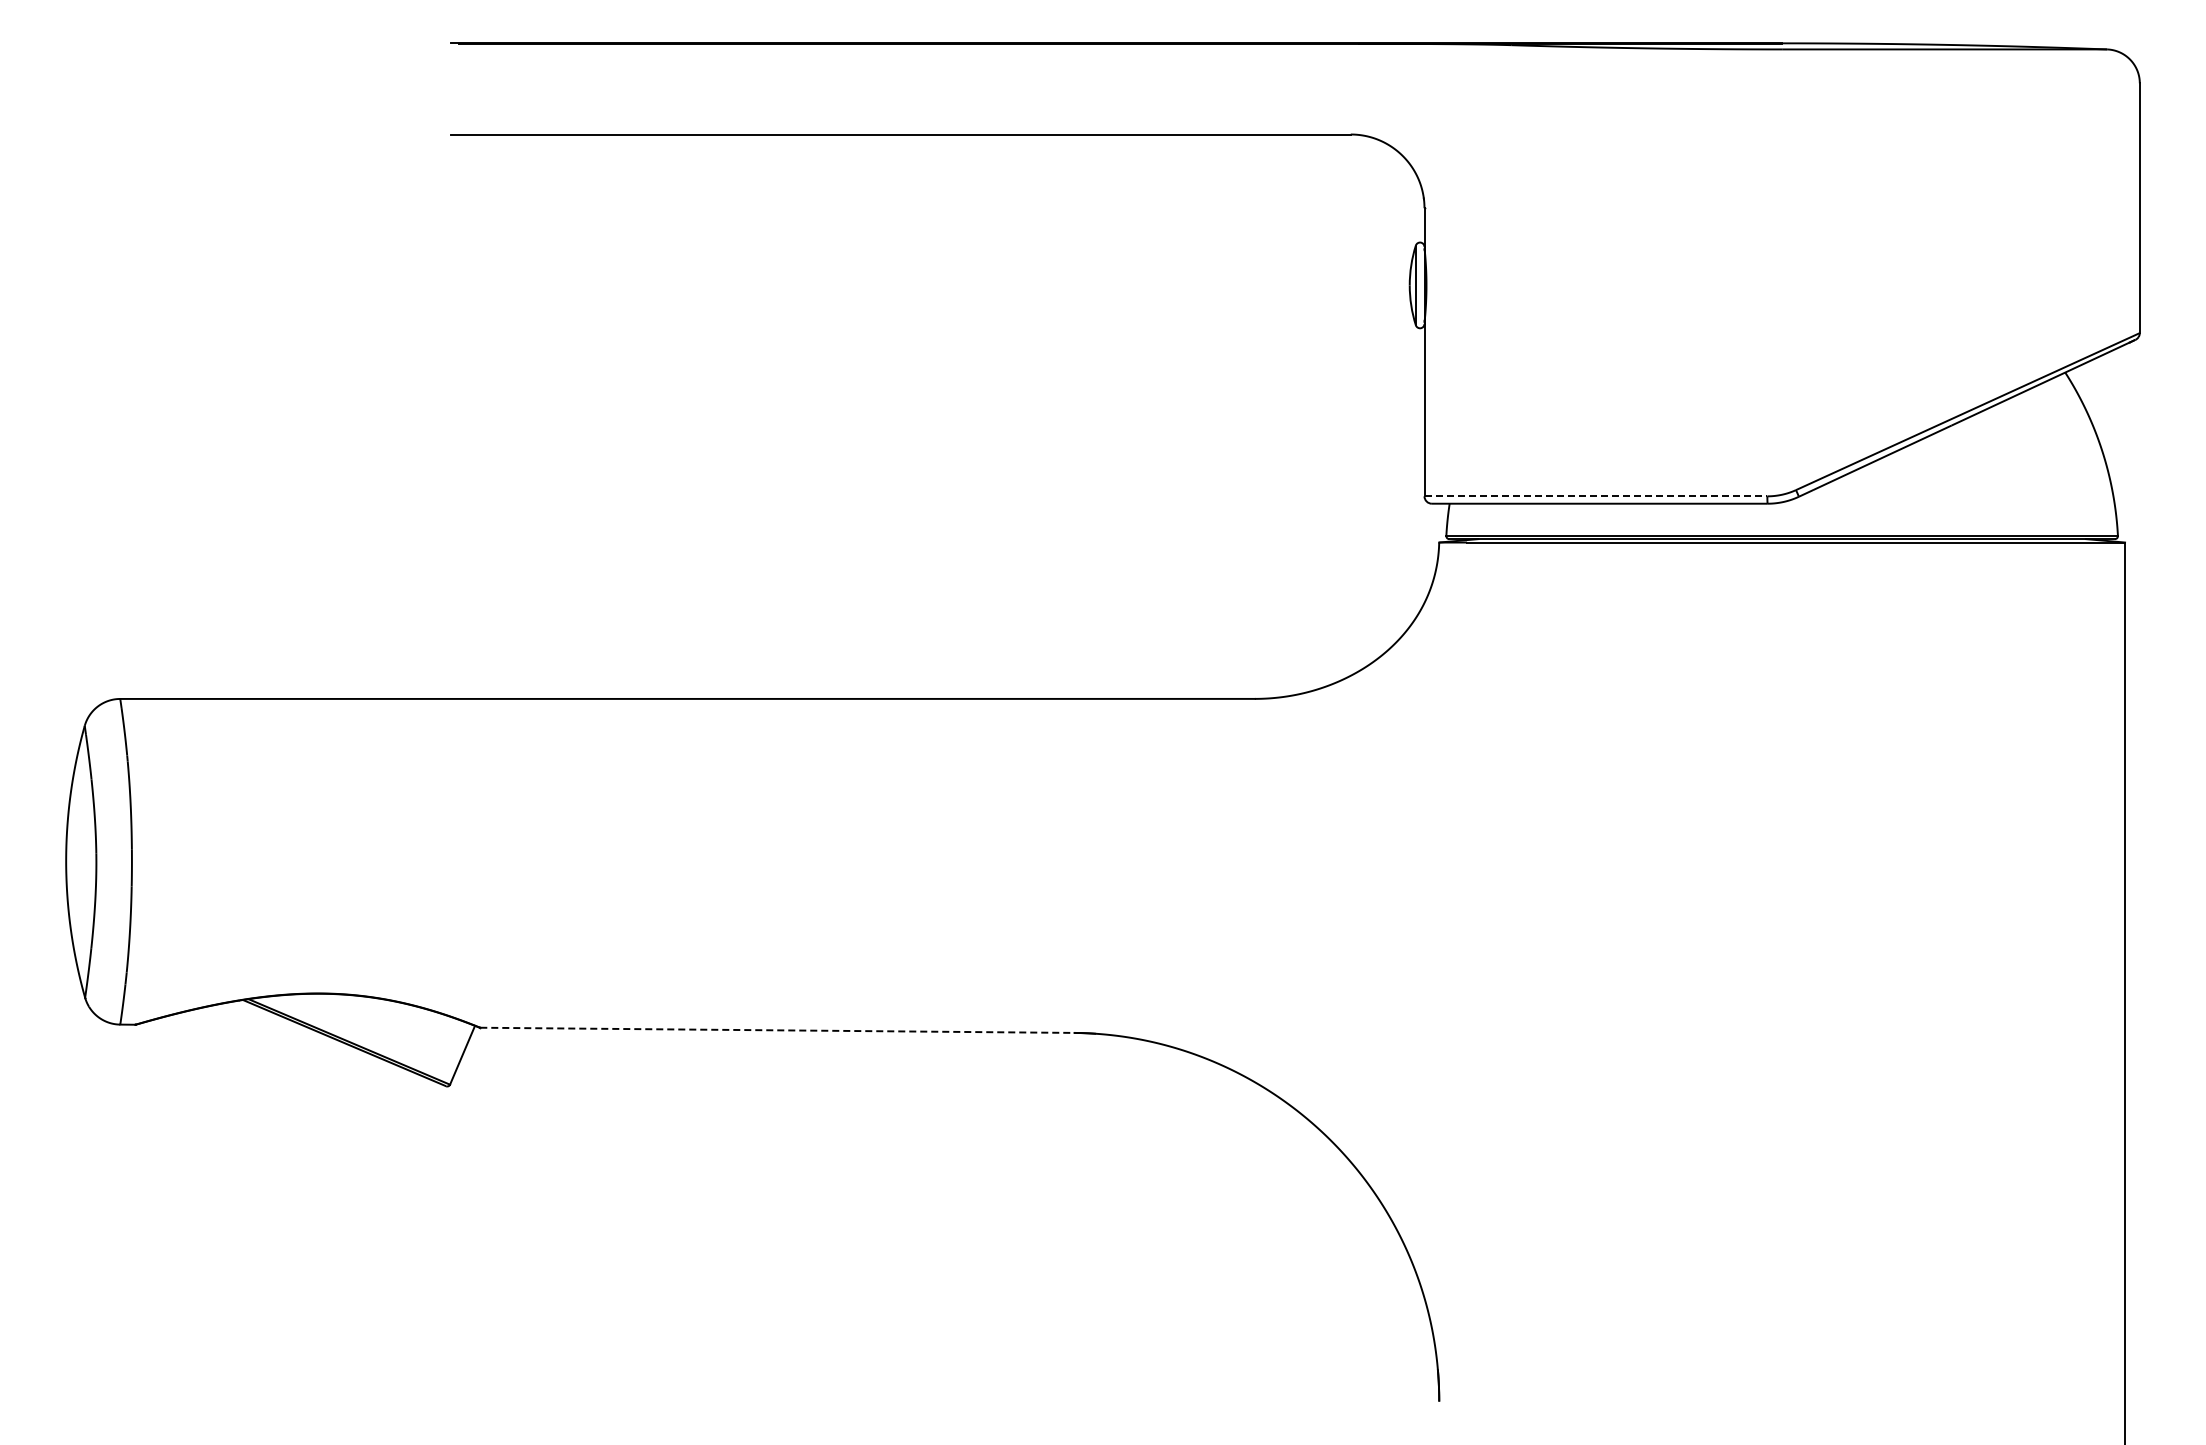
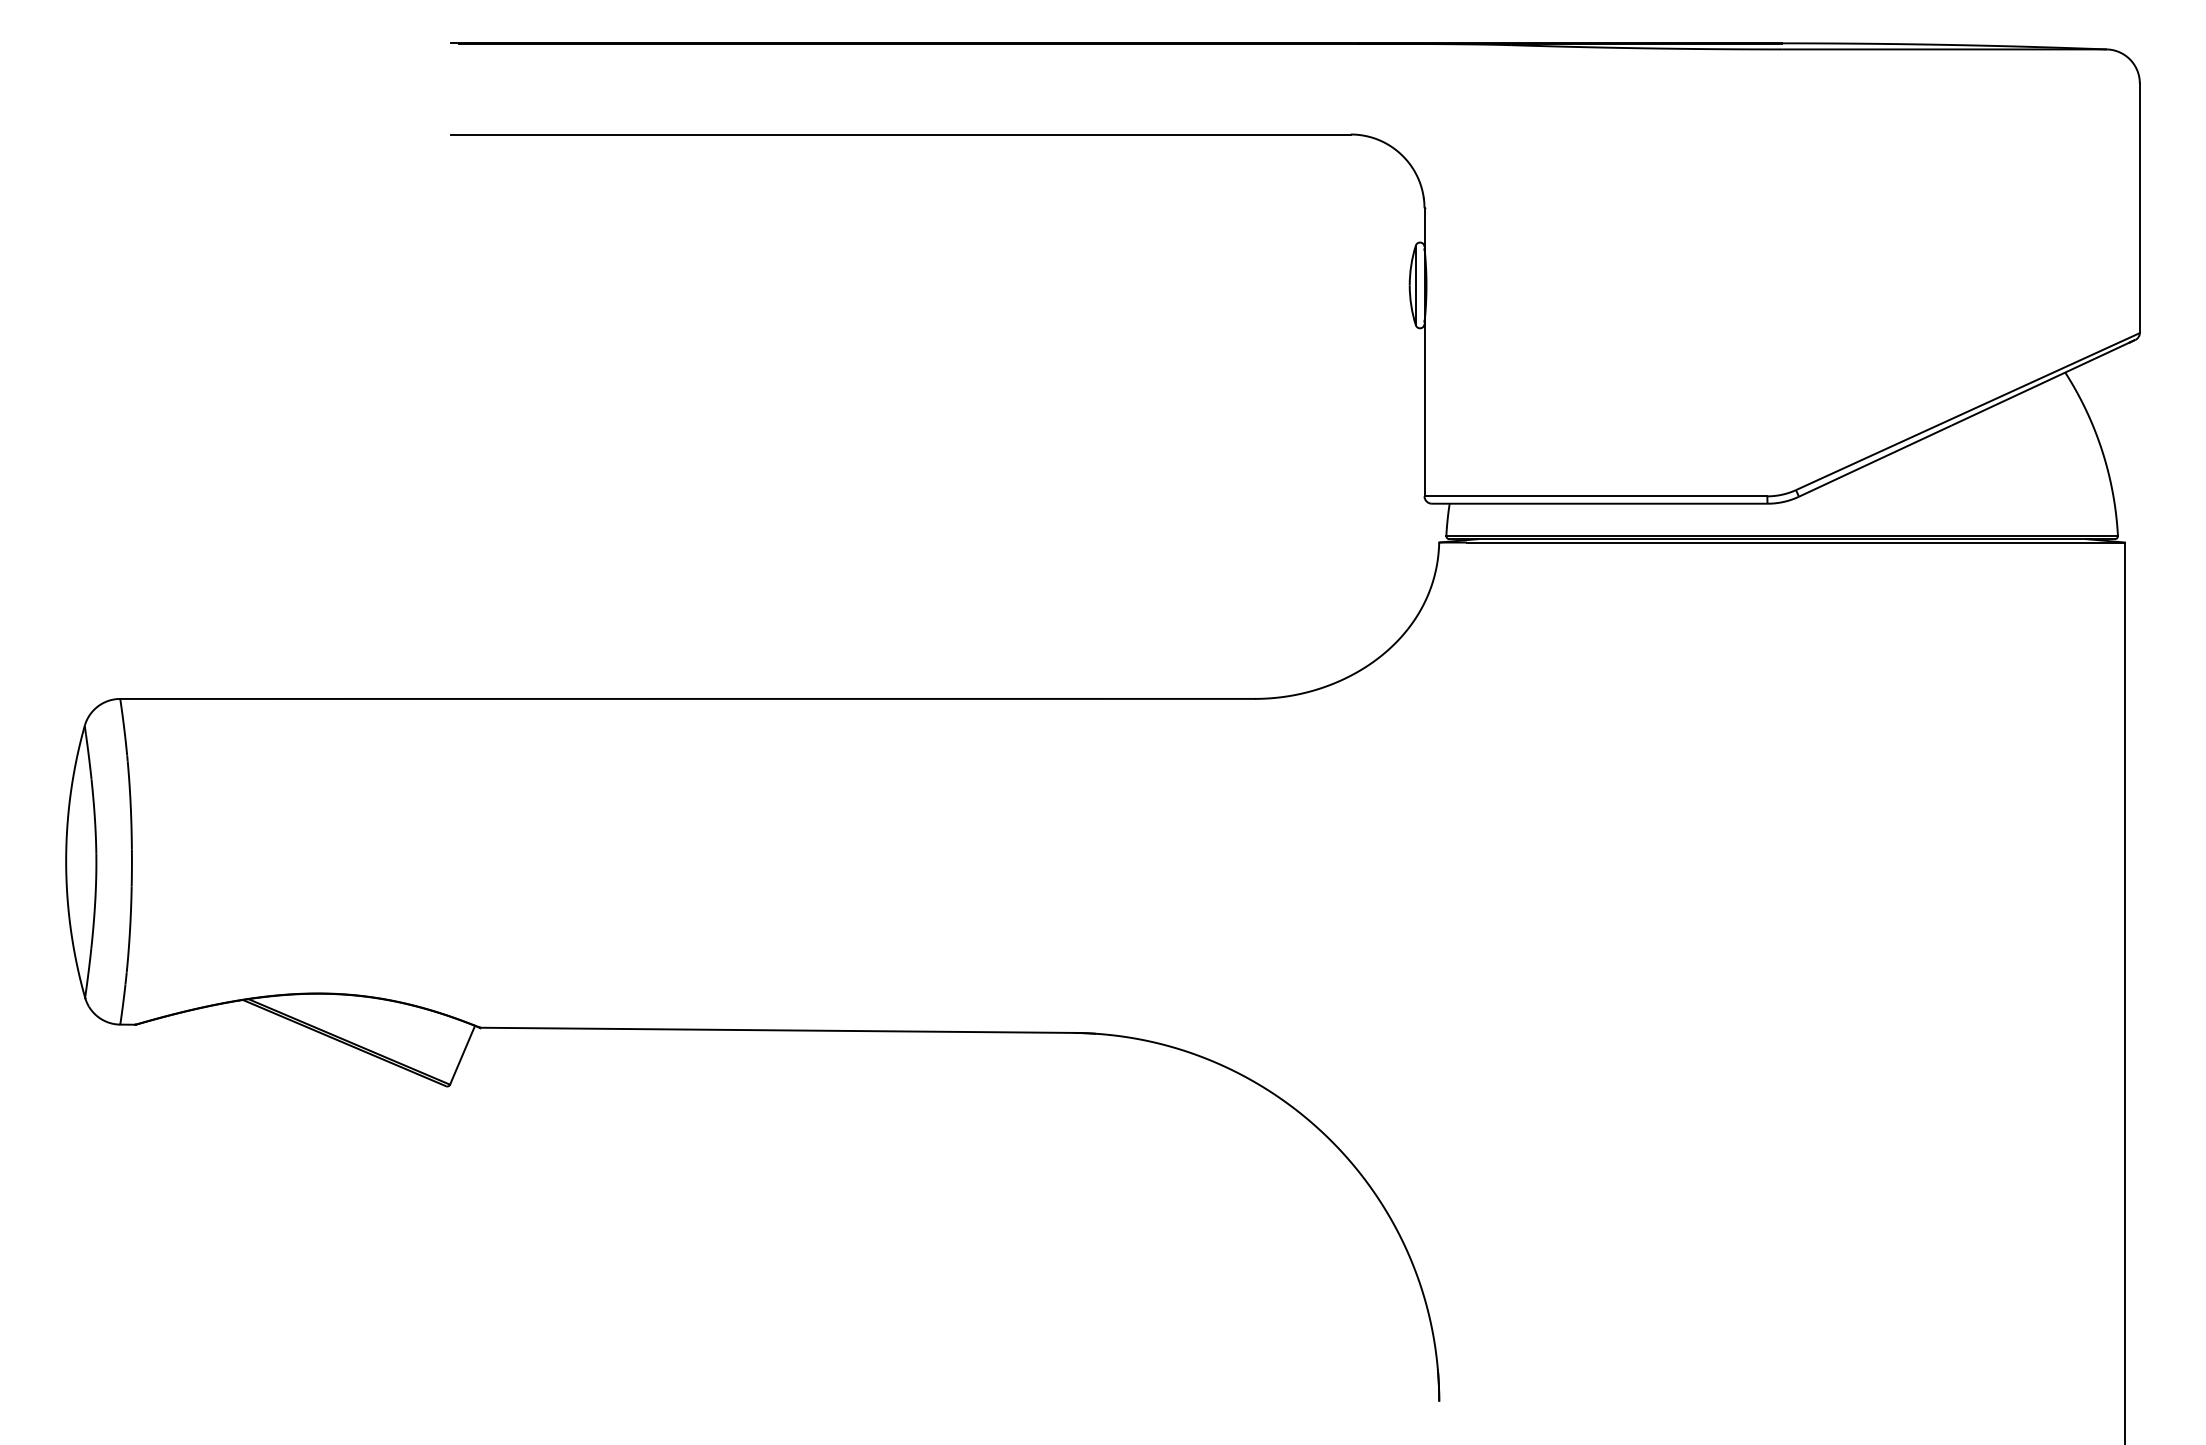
line at (1596, 496): dashed -> solid
line at (777, 1030): dashed -> solid
